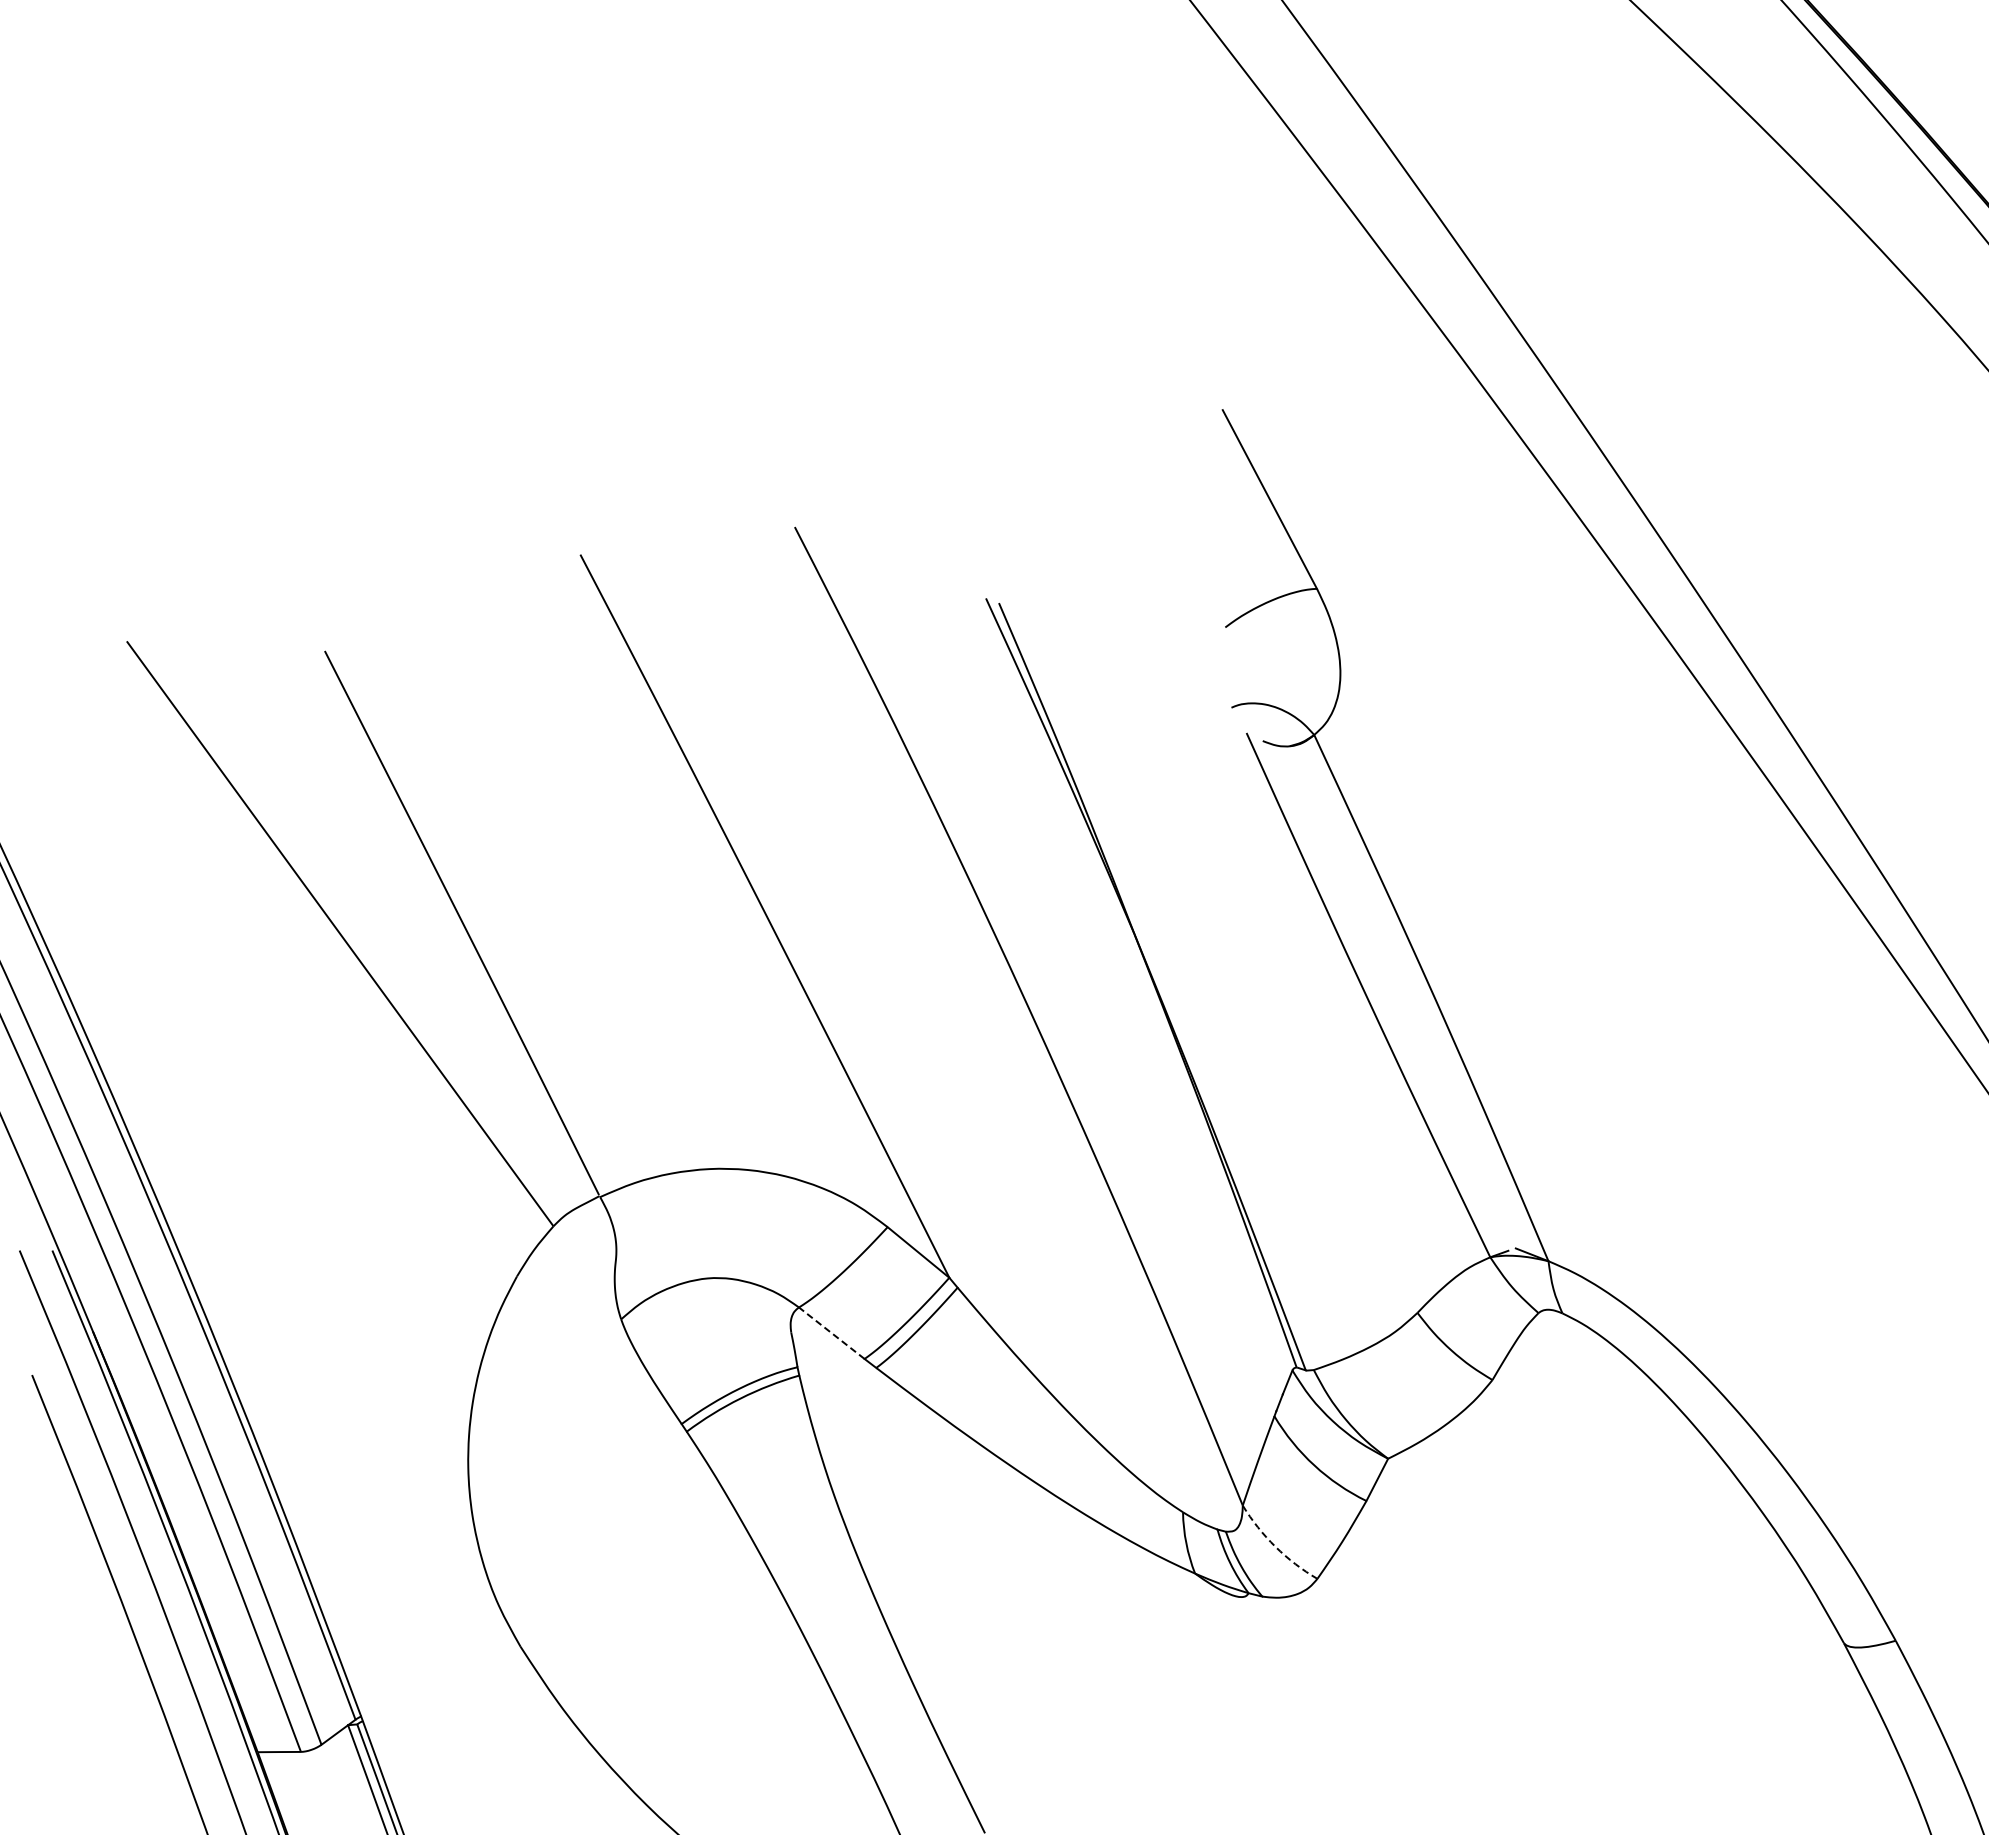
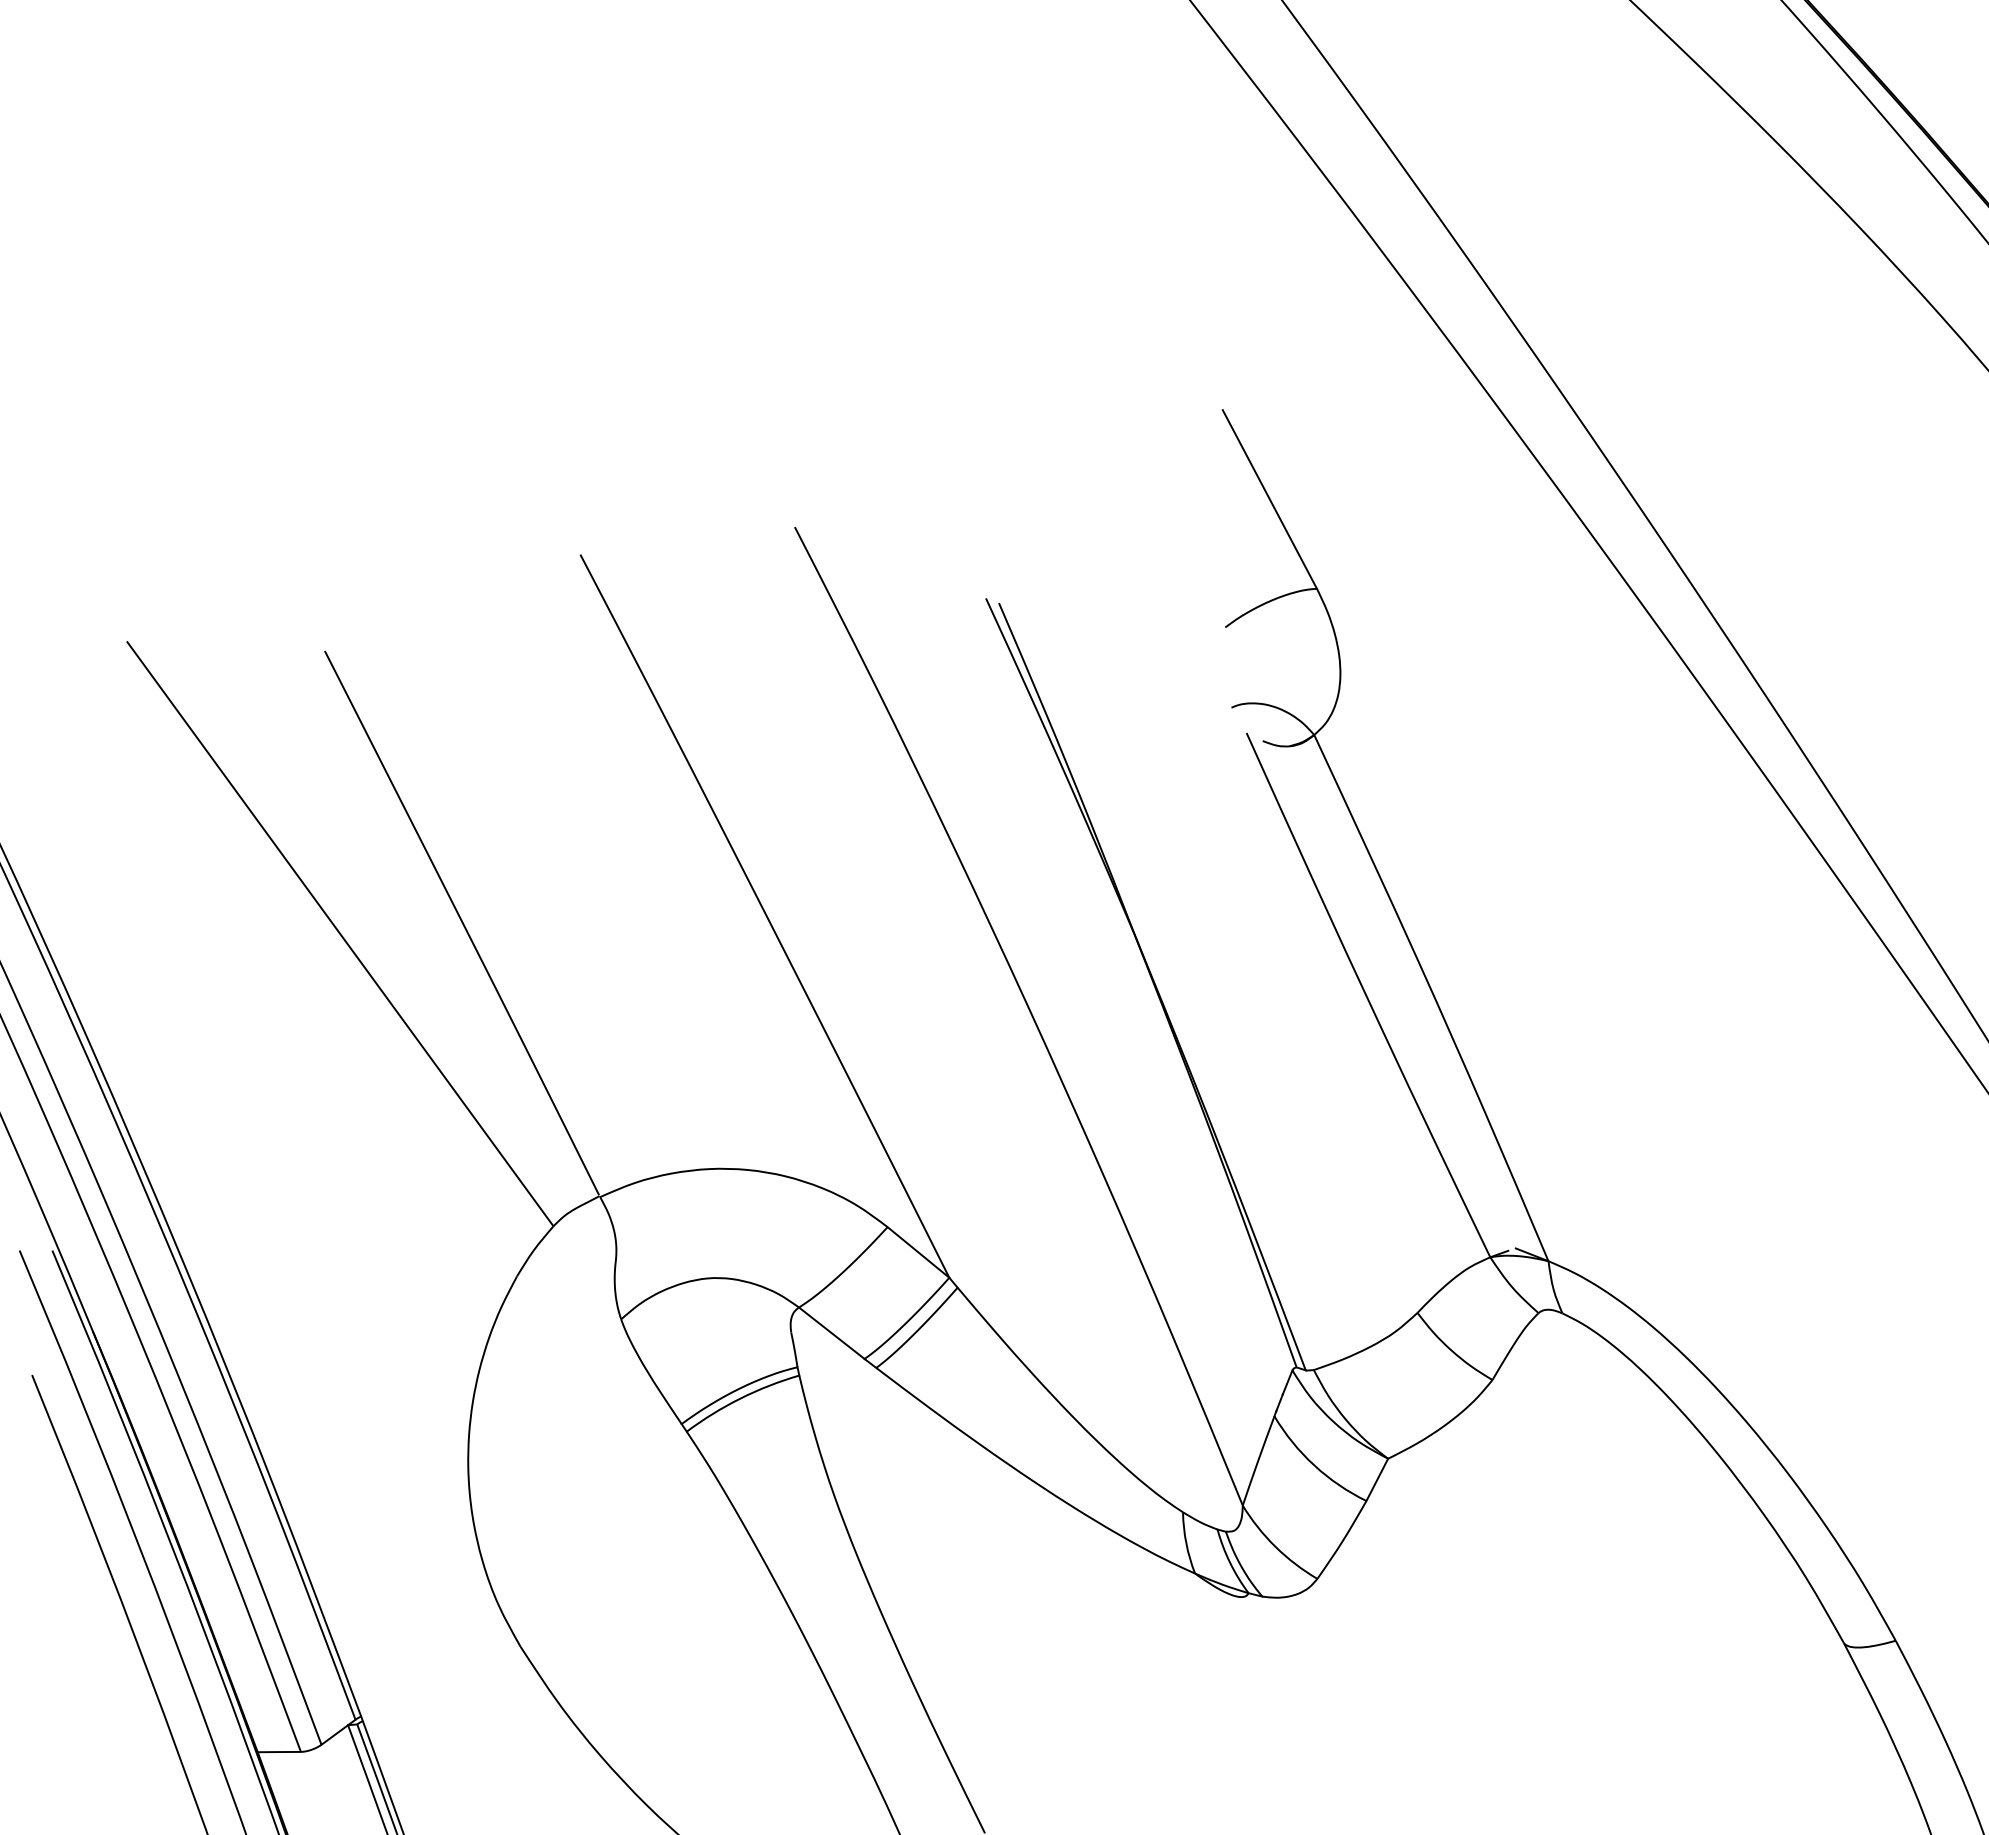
line at (831, 1333): dashed -> solid
arc at (1275, 1546): dashed -> solid
